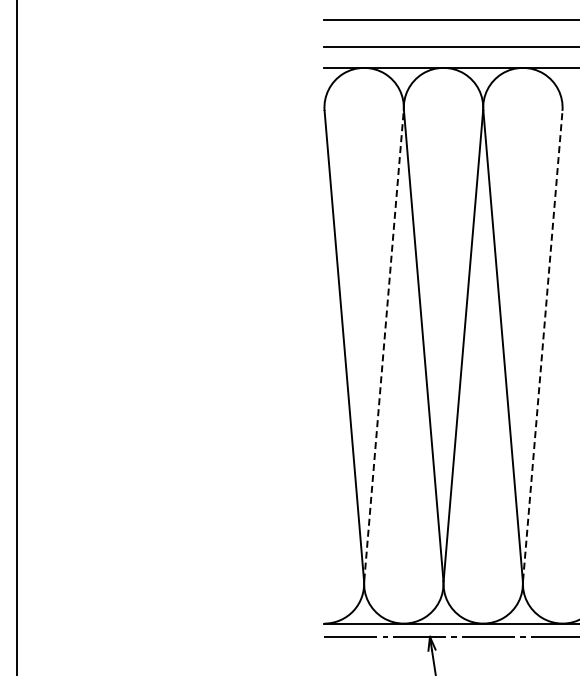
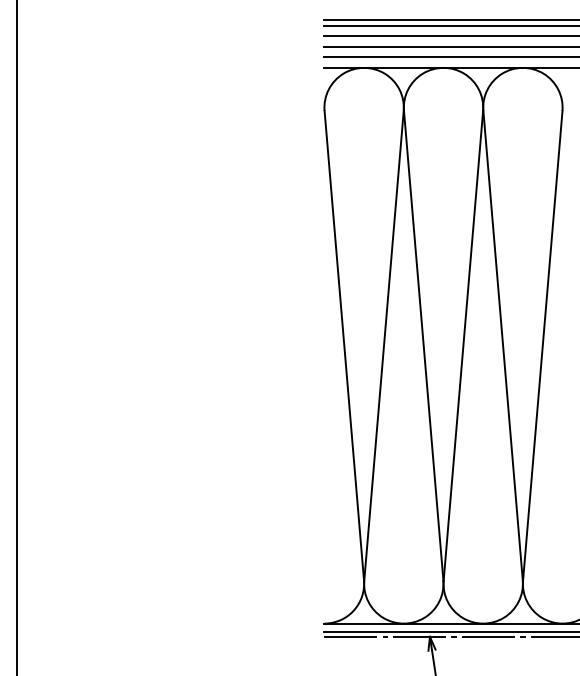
line at (450, 25): none -> present
line at (450, 36): none -> present
line at (450, 57): none -> present
line at (384, 345): dashed -> solid
line at (542, 345): dashed -> solid
line at (450, 631): none -> present
